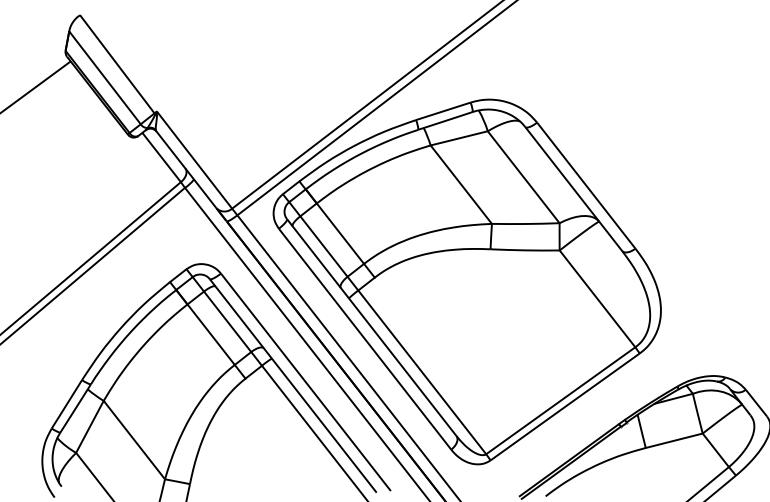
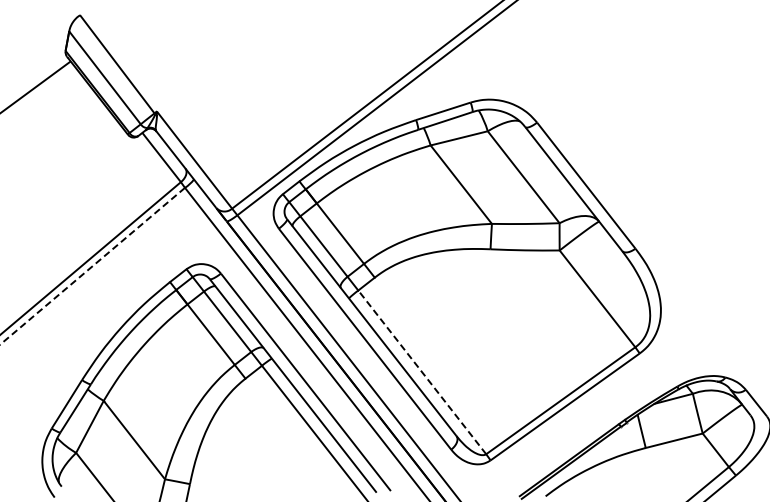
line at (92, 266): solid -> dashed
line at (422, 372): solid -> dashed
